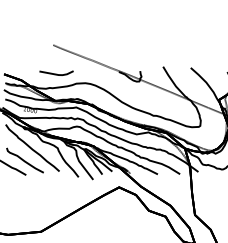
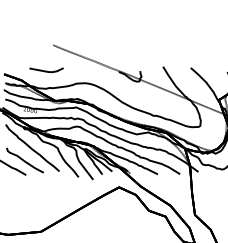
line at (56, 73) position: (56, 73) -> (46, 70)
